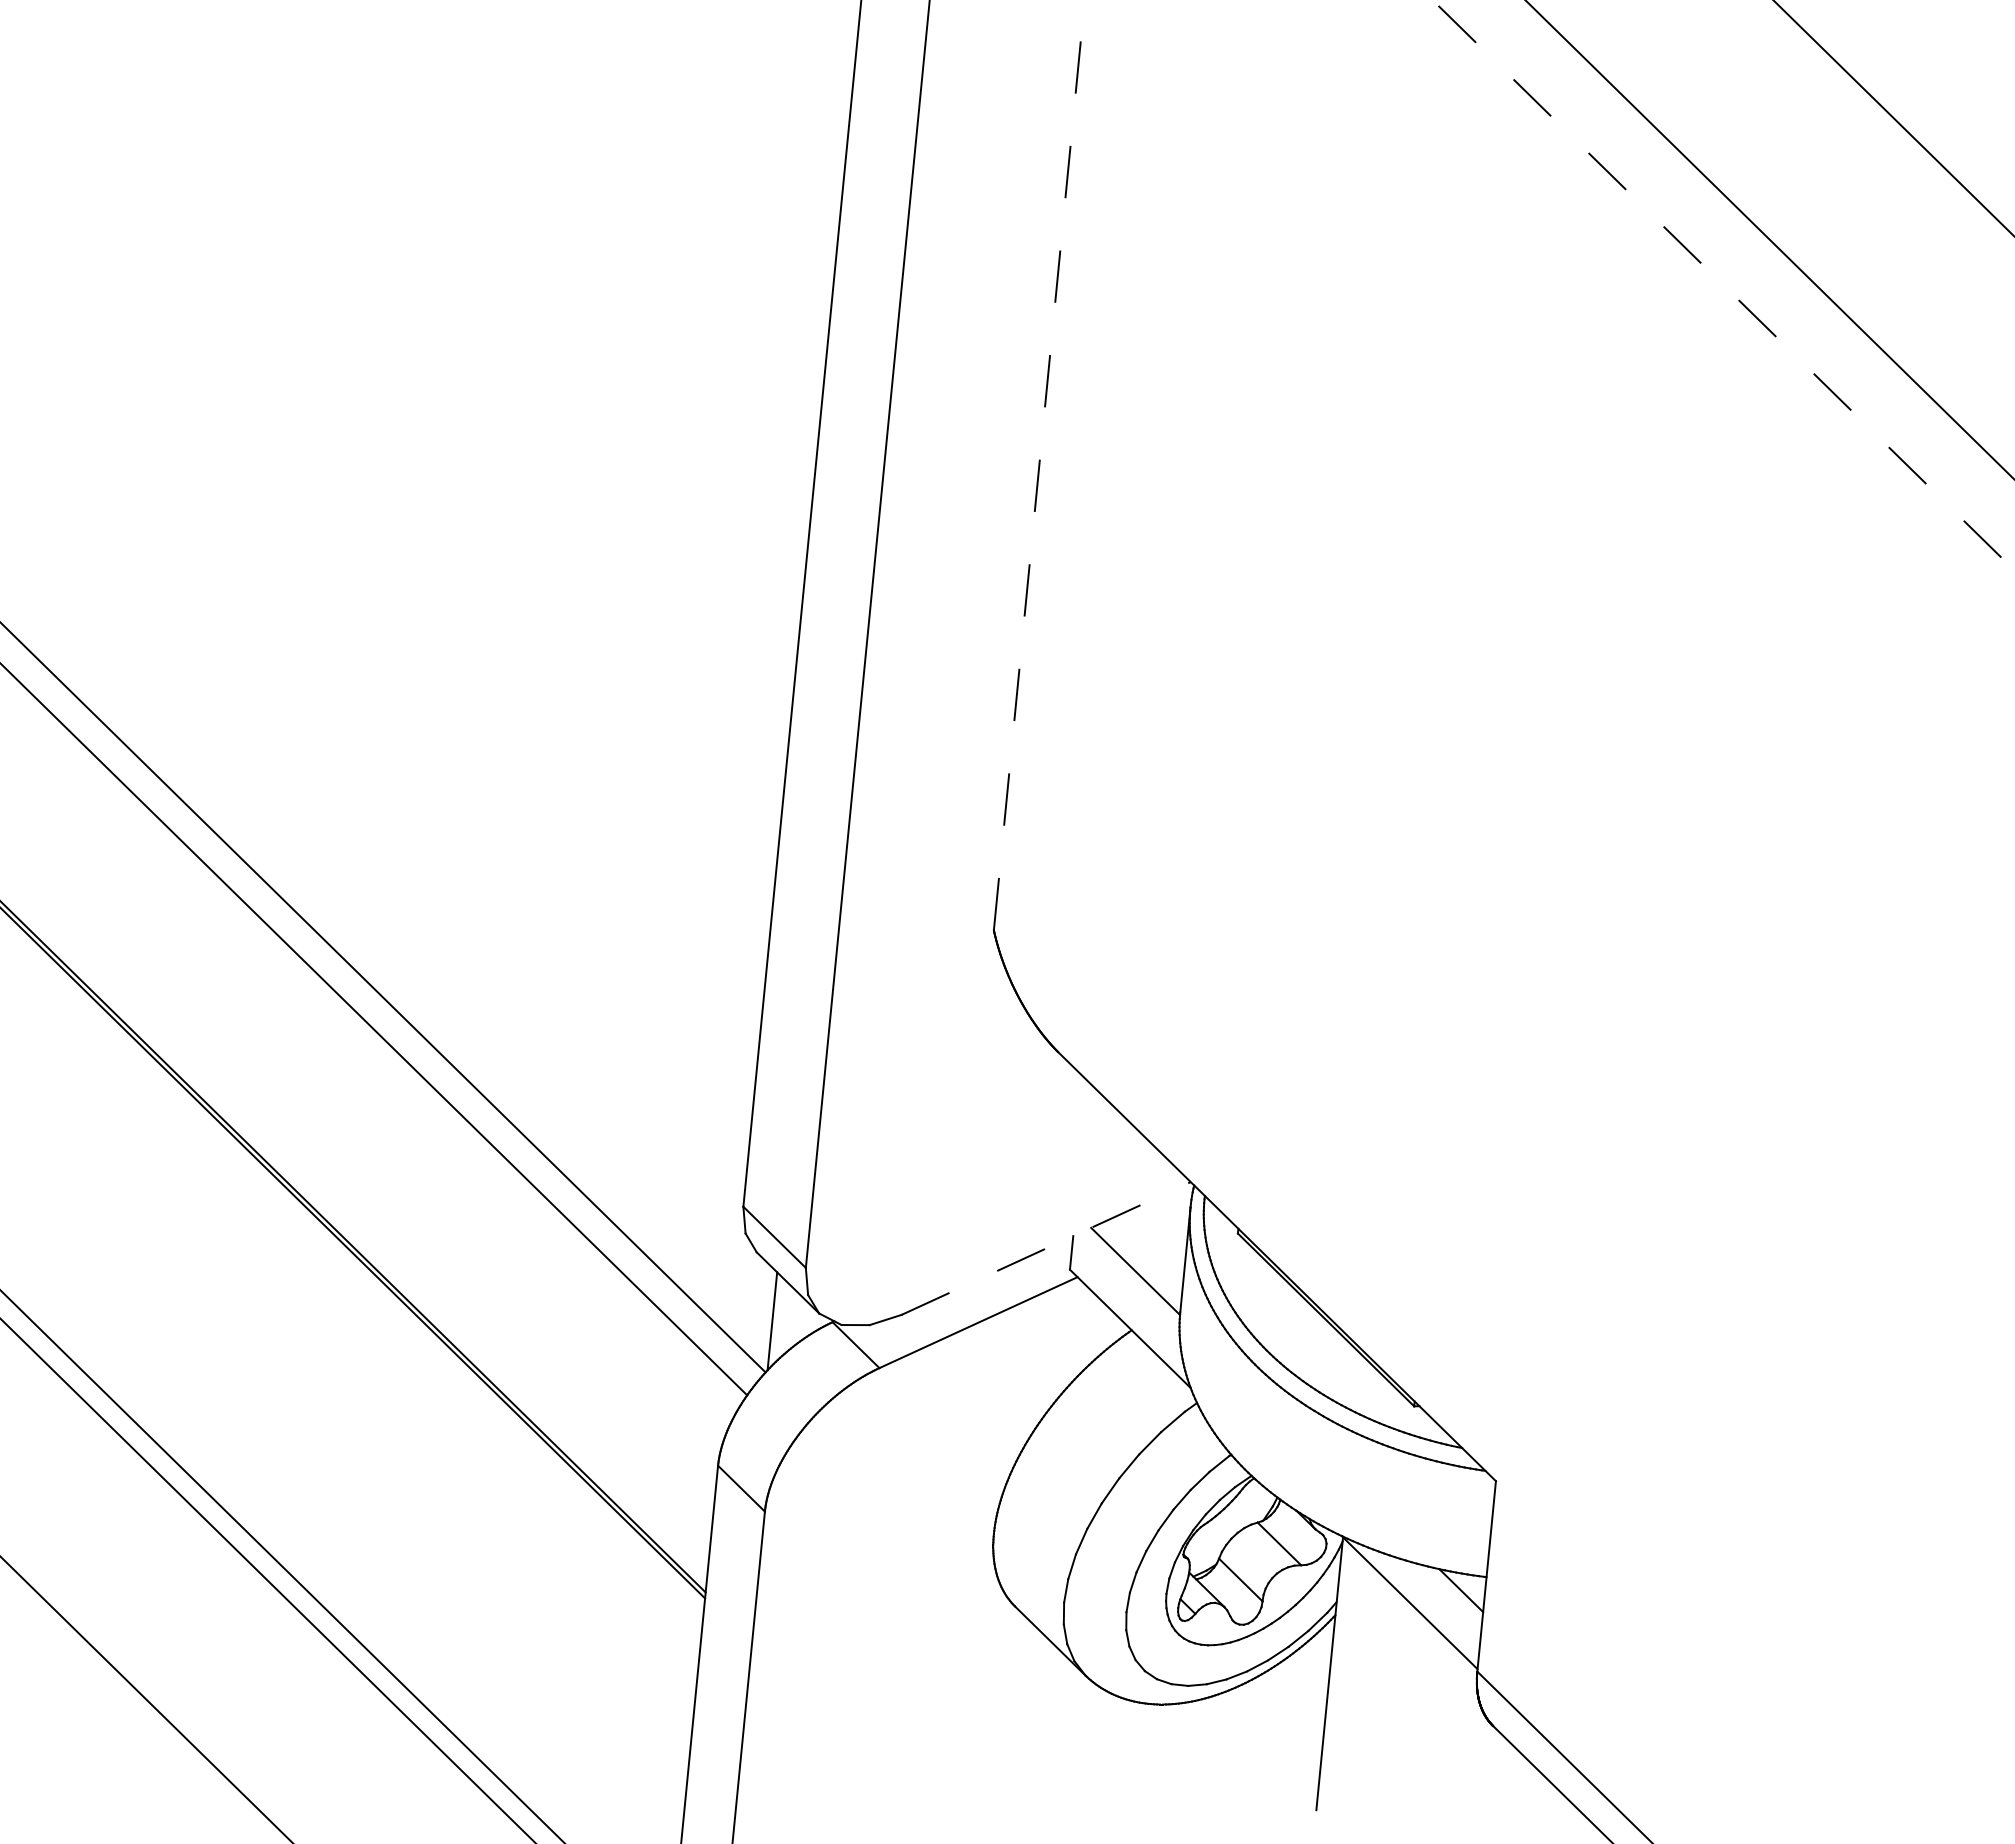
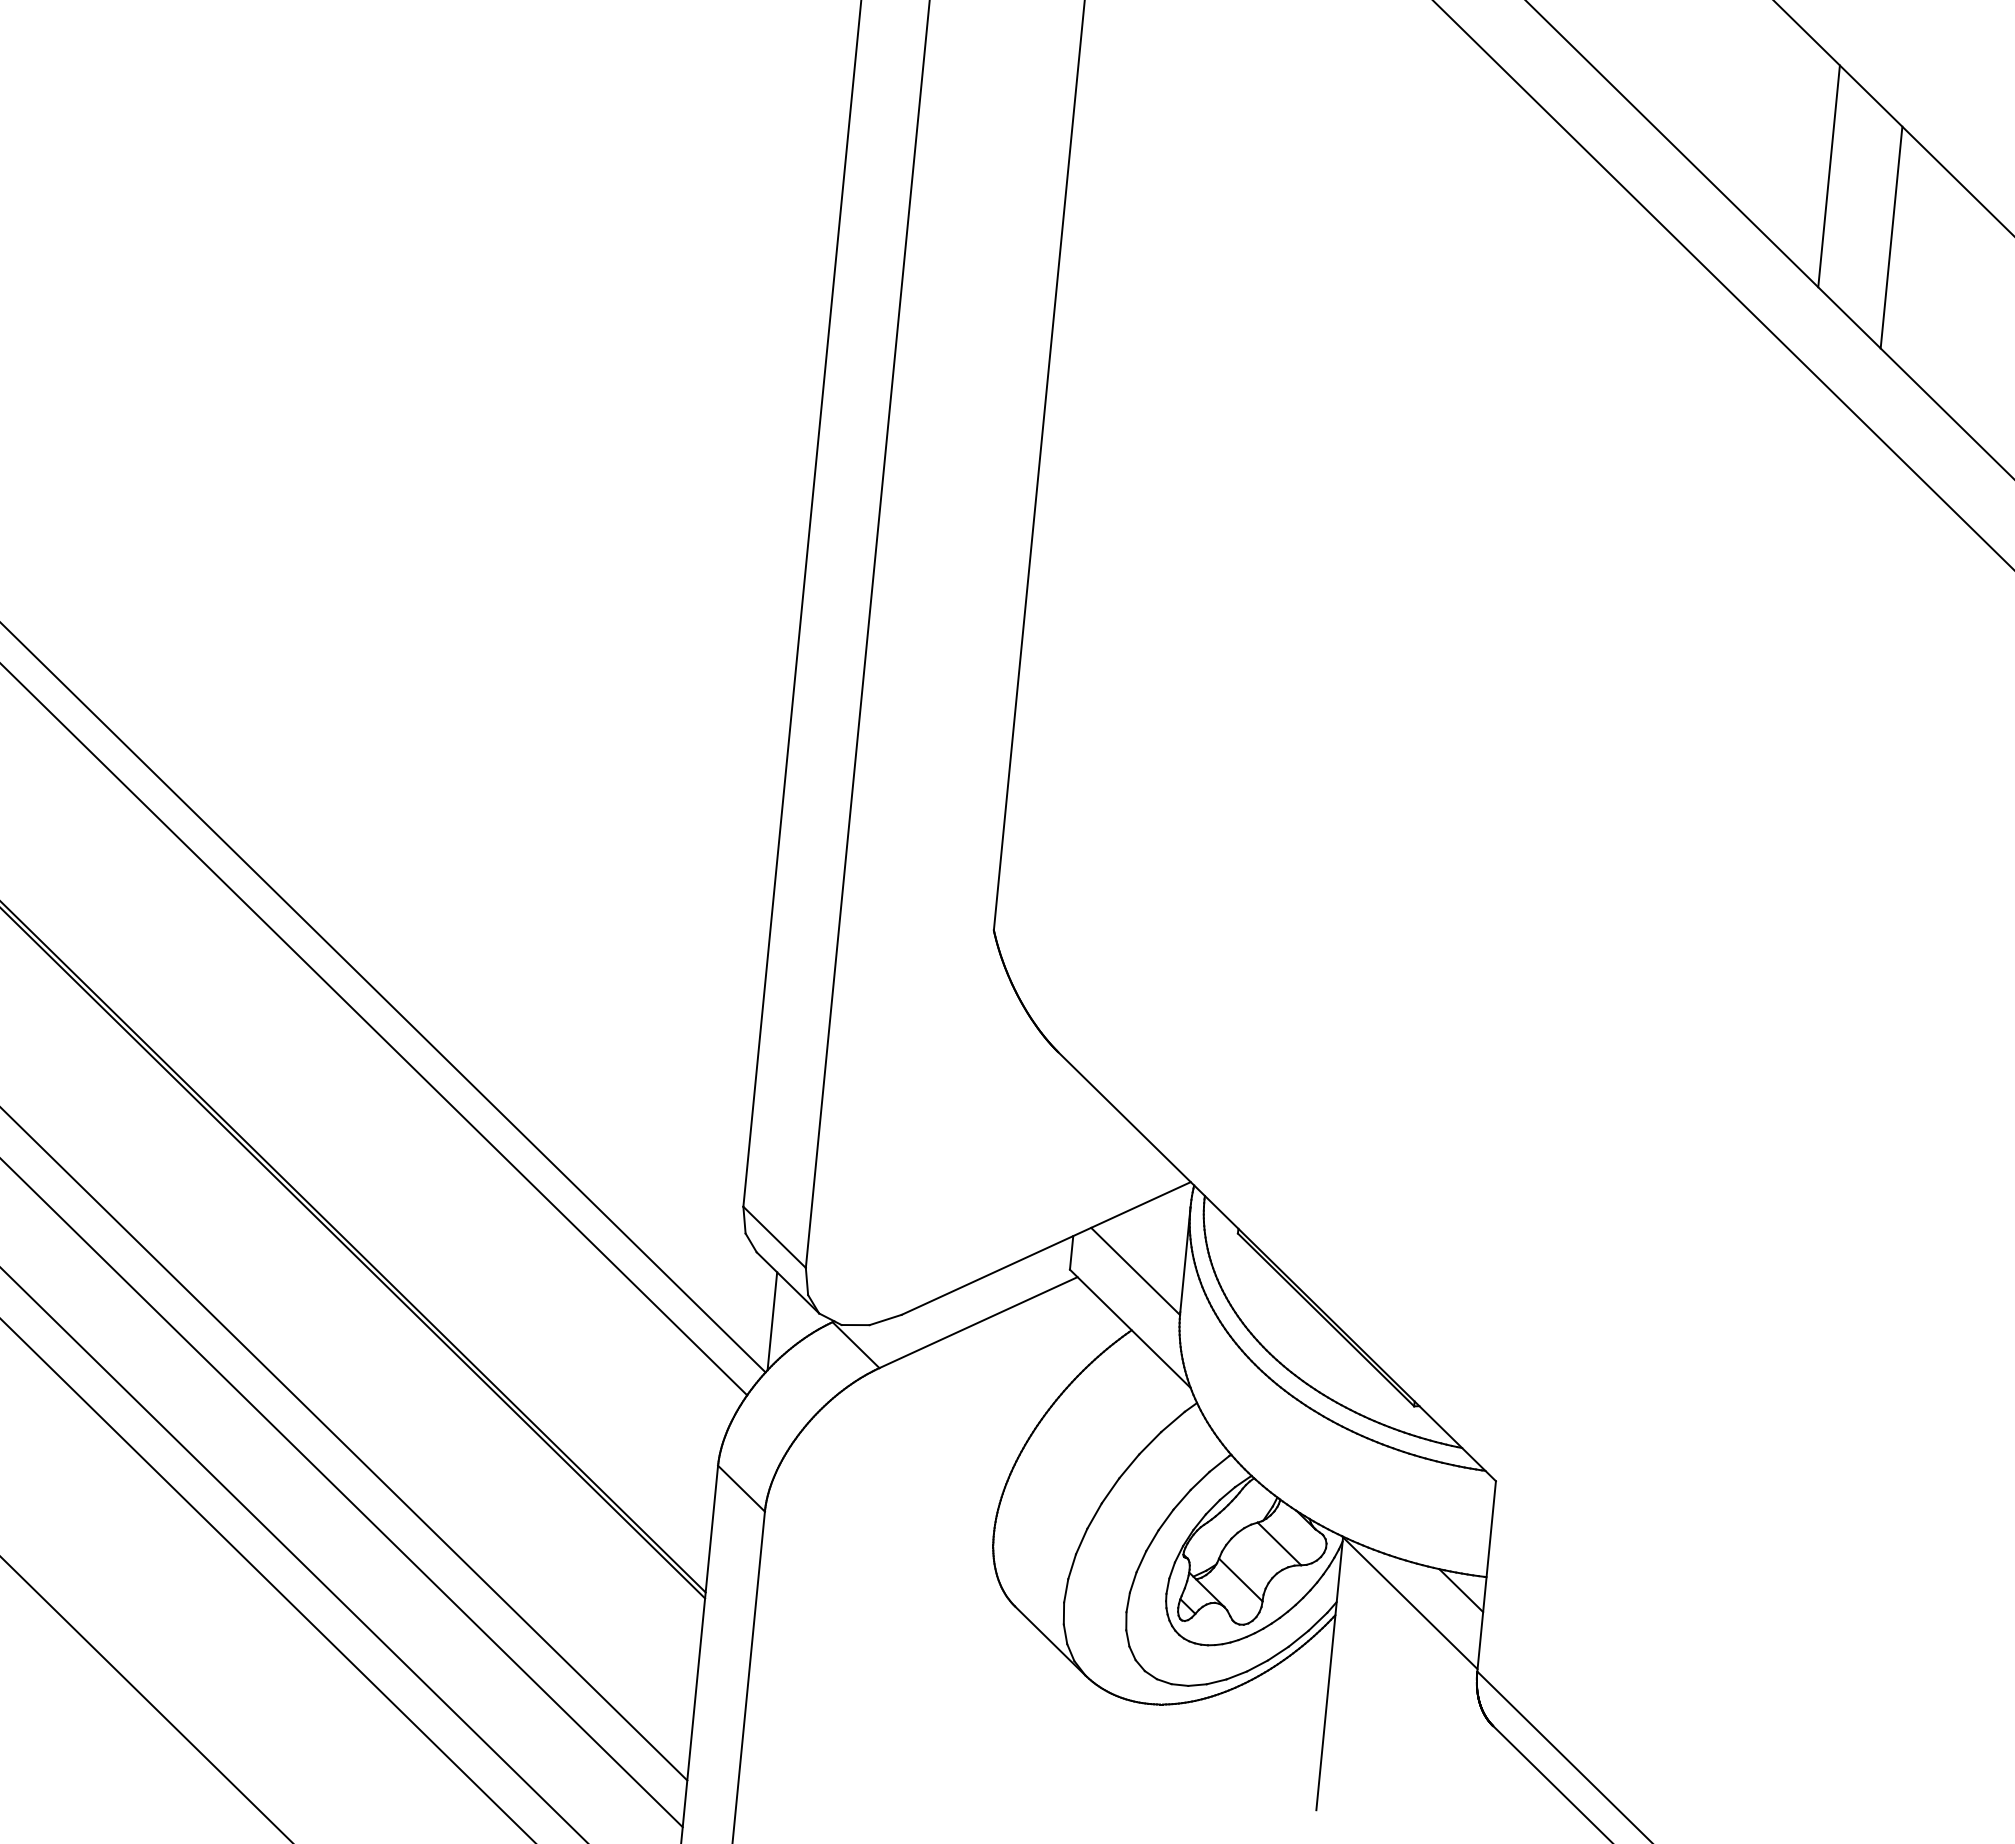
line at (1828, 176): none -> present
line at (1891, 237): none -> present
line at (1723, 285): dashed -> solid
line at (1039, 464): dashed -> solid
line at (1046, 1248): dashed -> solid
line at (344, 1444): none -> present
line at (342, 1493): none -> present
line at (282, 1565) position: (282, 1565) -> (293, 1554)
